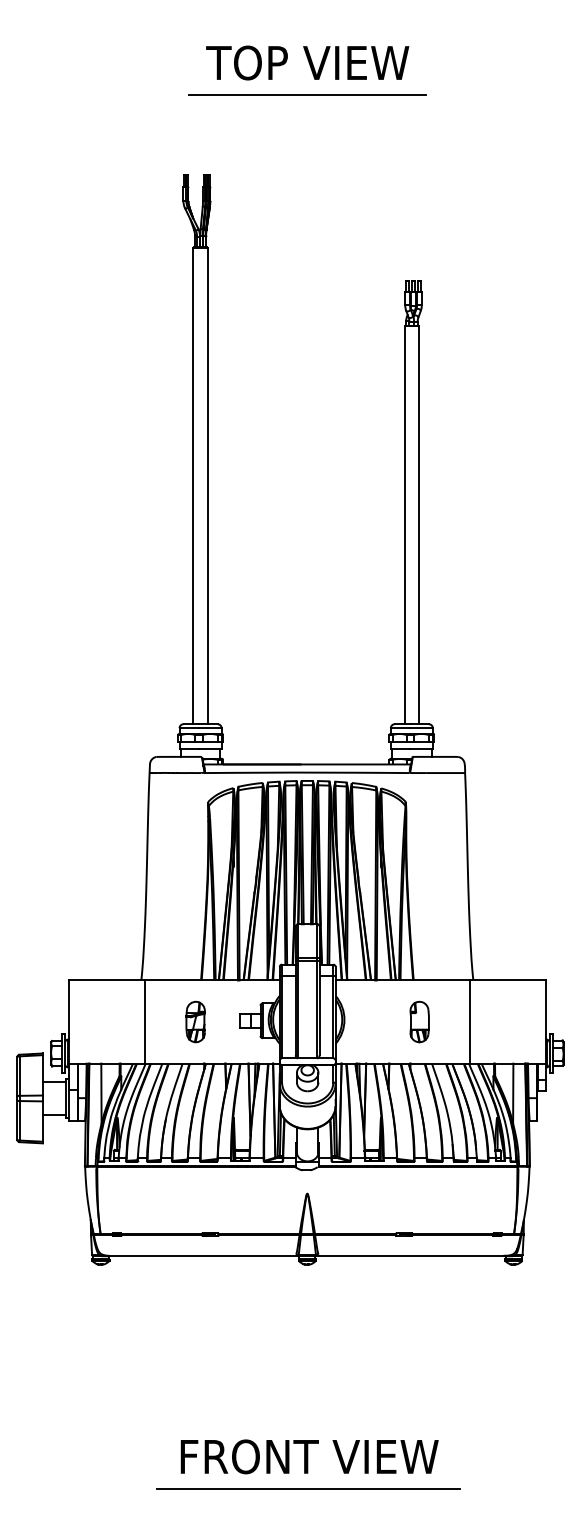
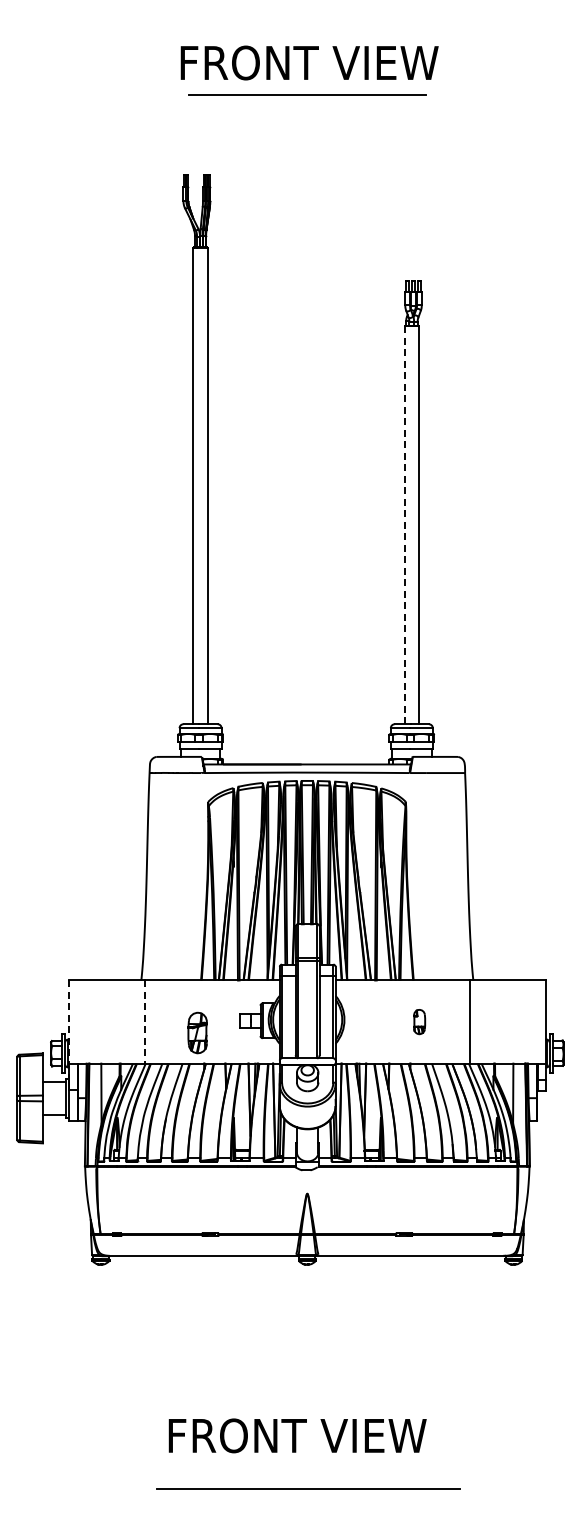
text at (309, 62): TOP VIEW -> FRONT VIEW
line at (404, 525): solid -> dashed
part at (195, 1021) position: (195, 1021) -> (197, 1032)
part at (419, 1021) size: 21x44 px -> 14x27 px
line at (69, 1022): solid -> dashed
line at (144, 1022): solid -> dashed
text at (309, 1456) position: (309, 1456) -> (297, 1435)
